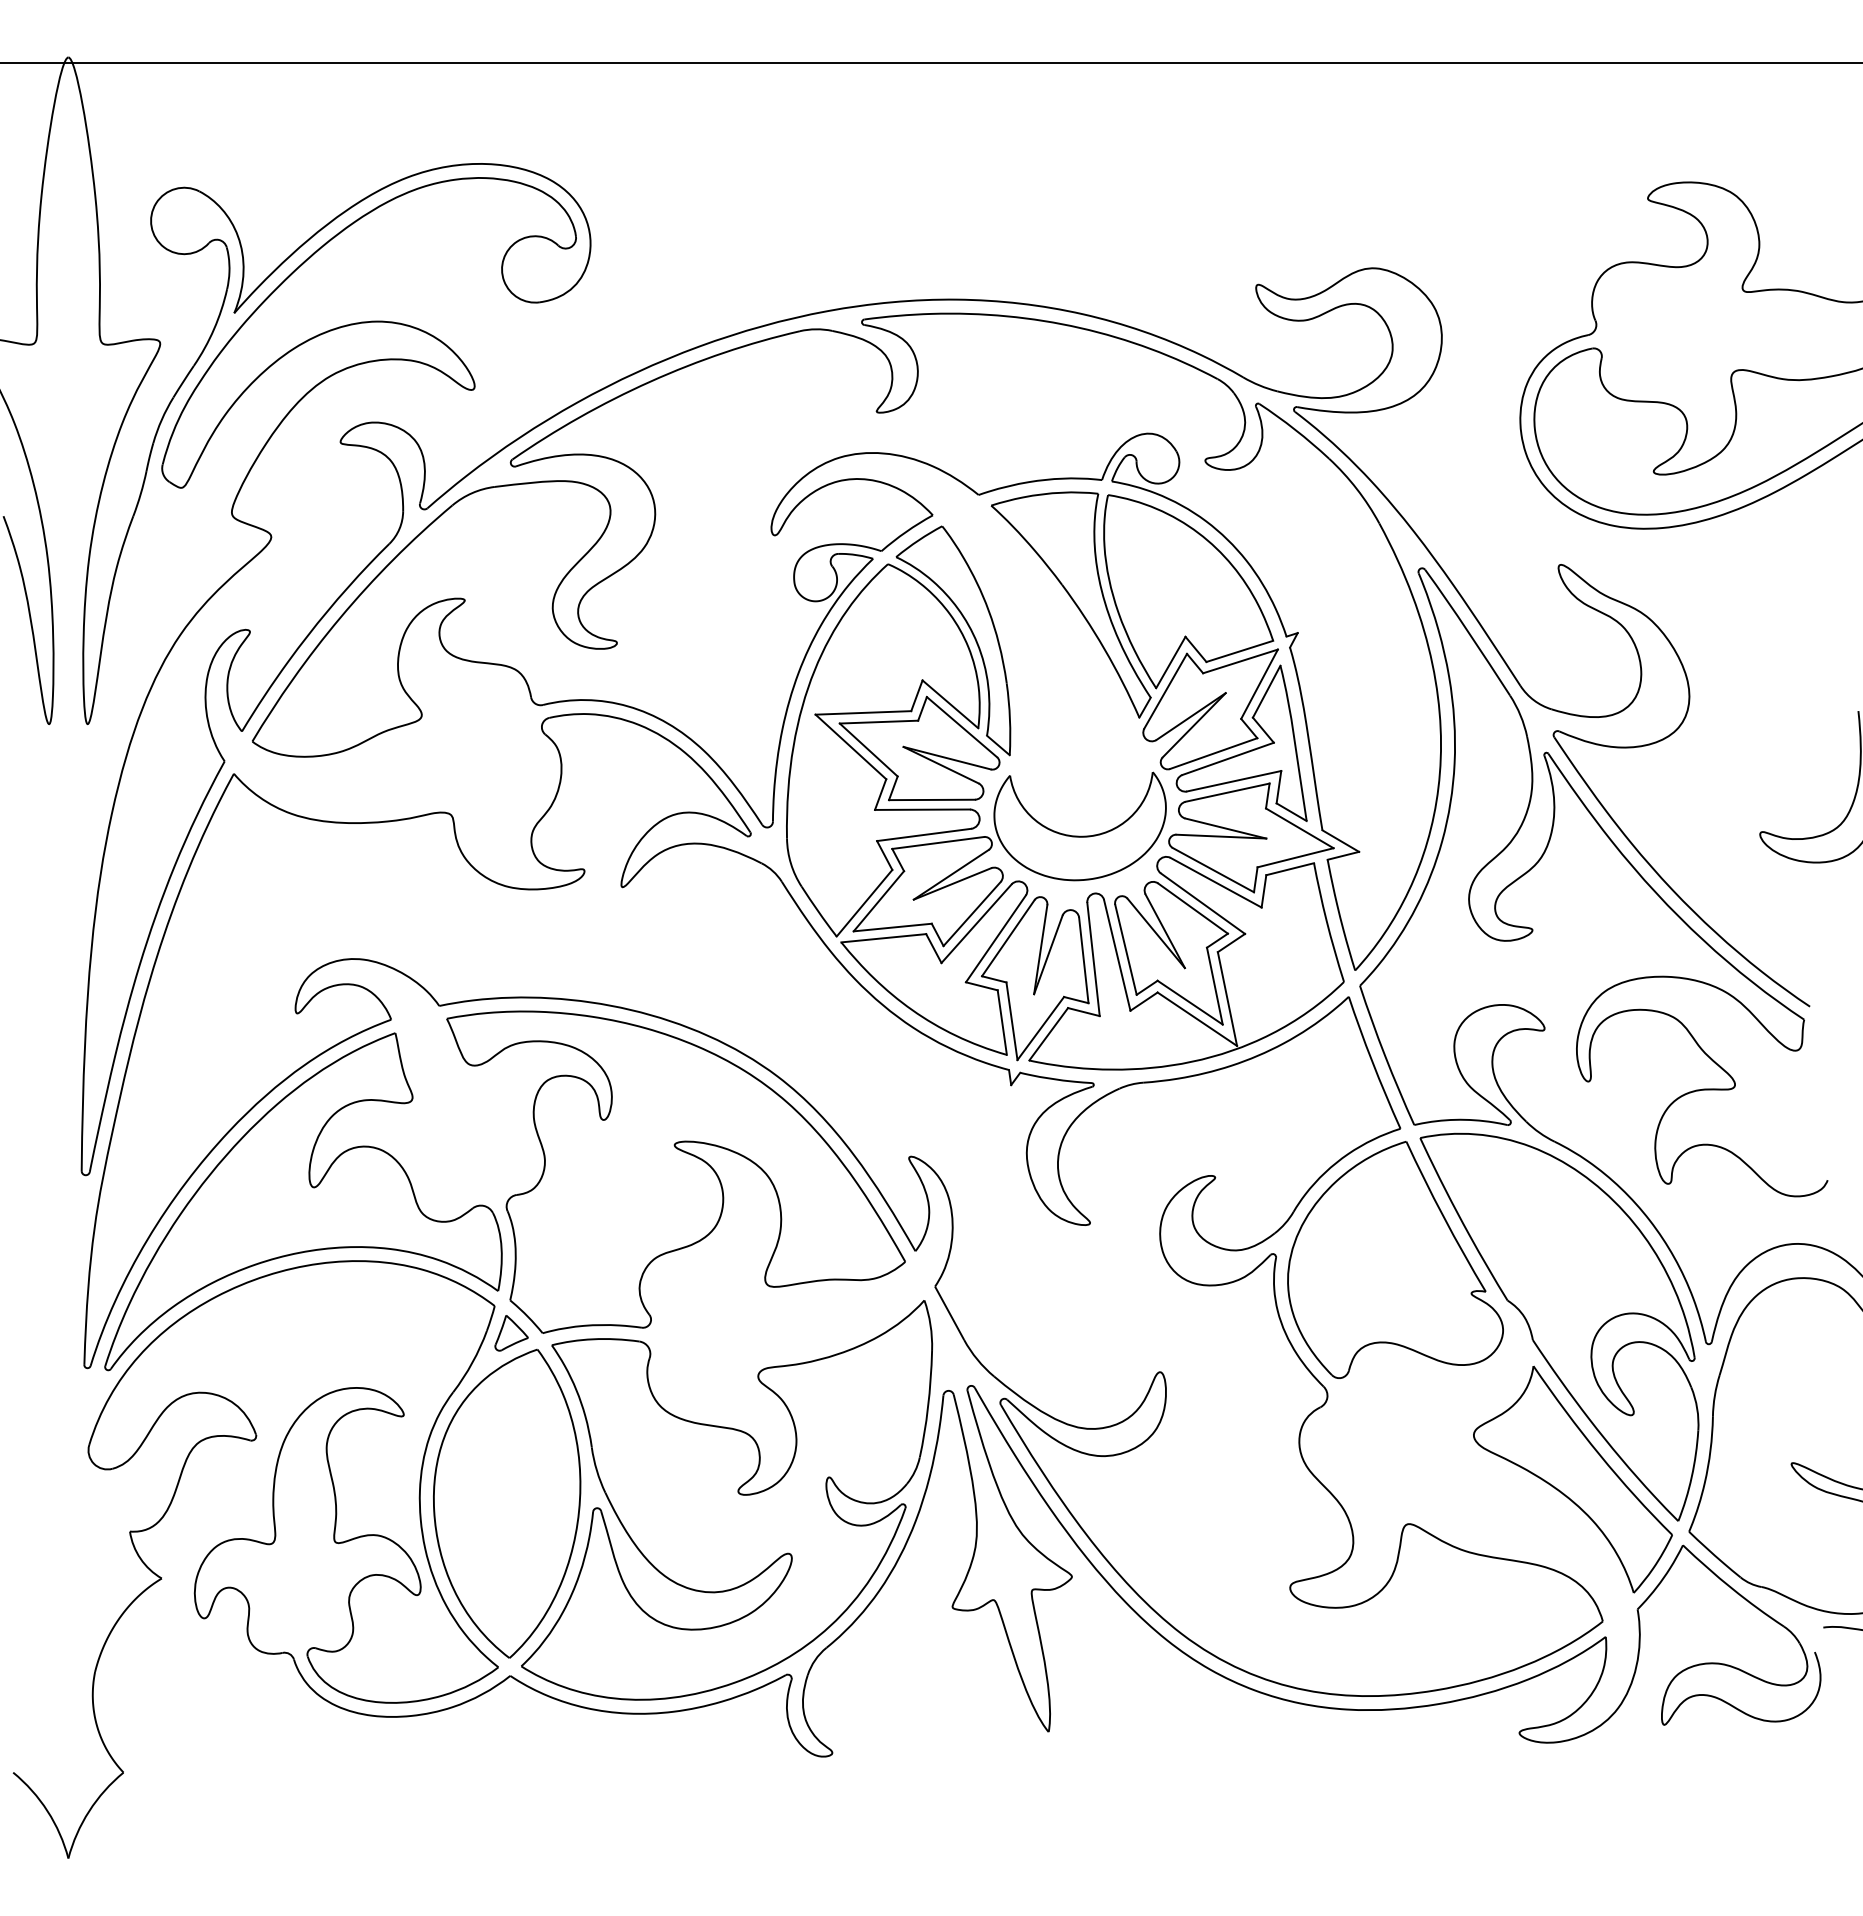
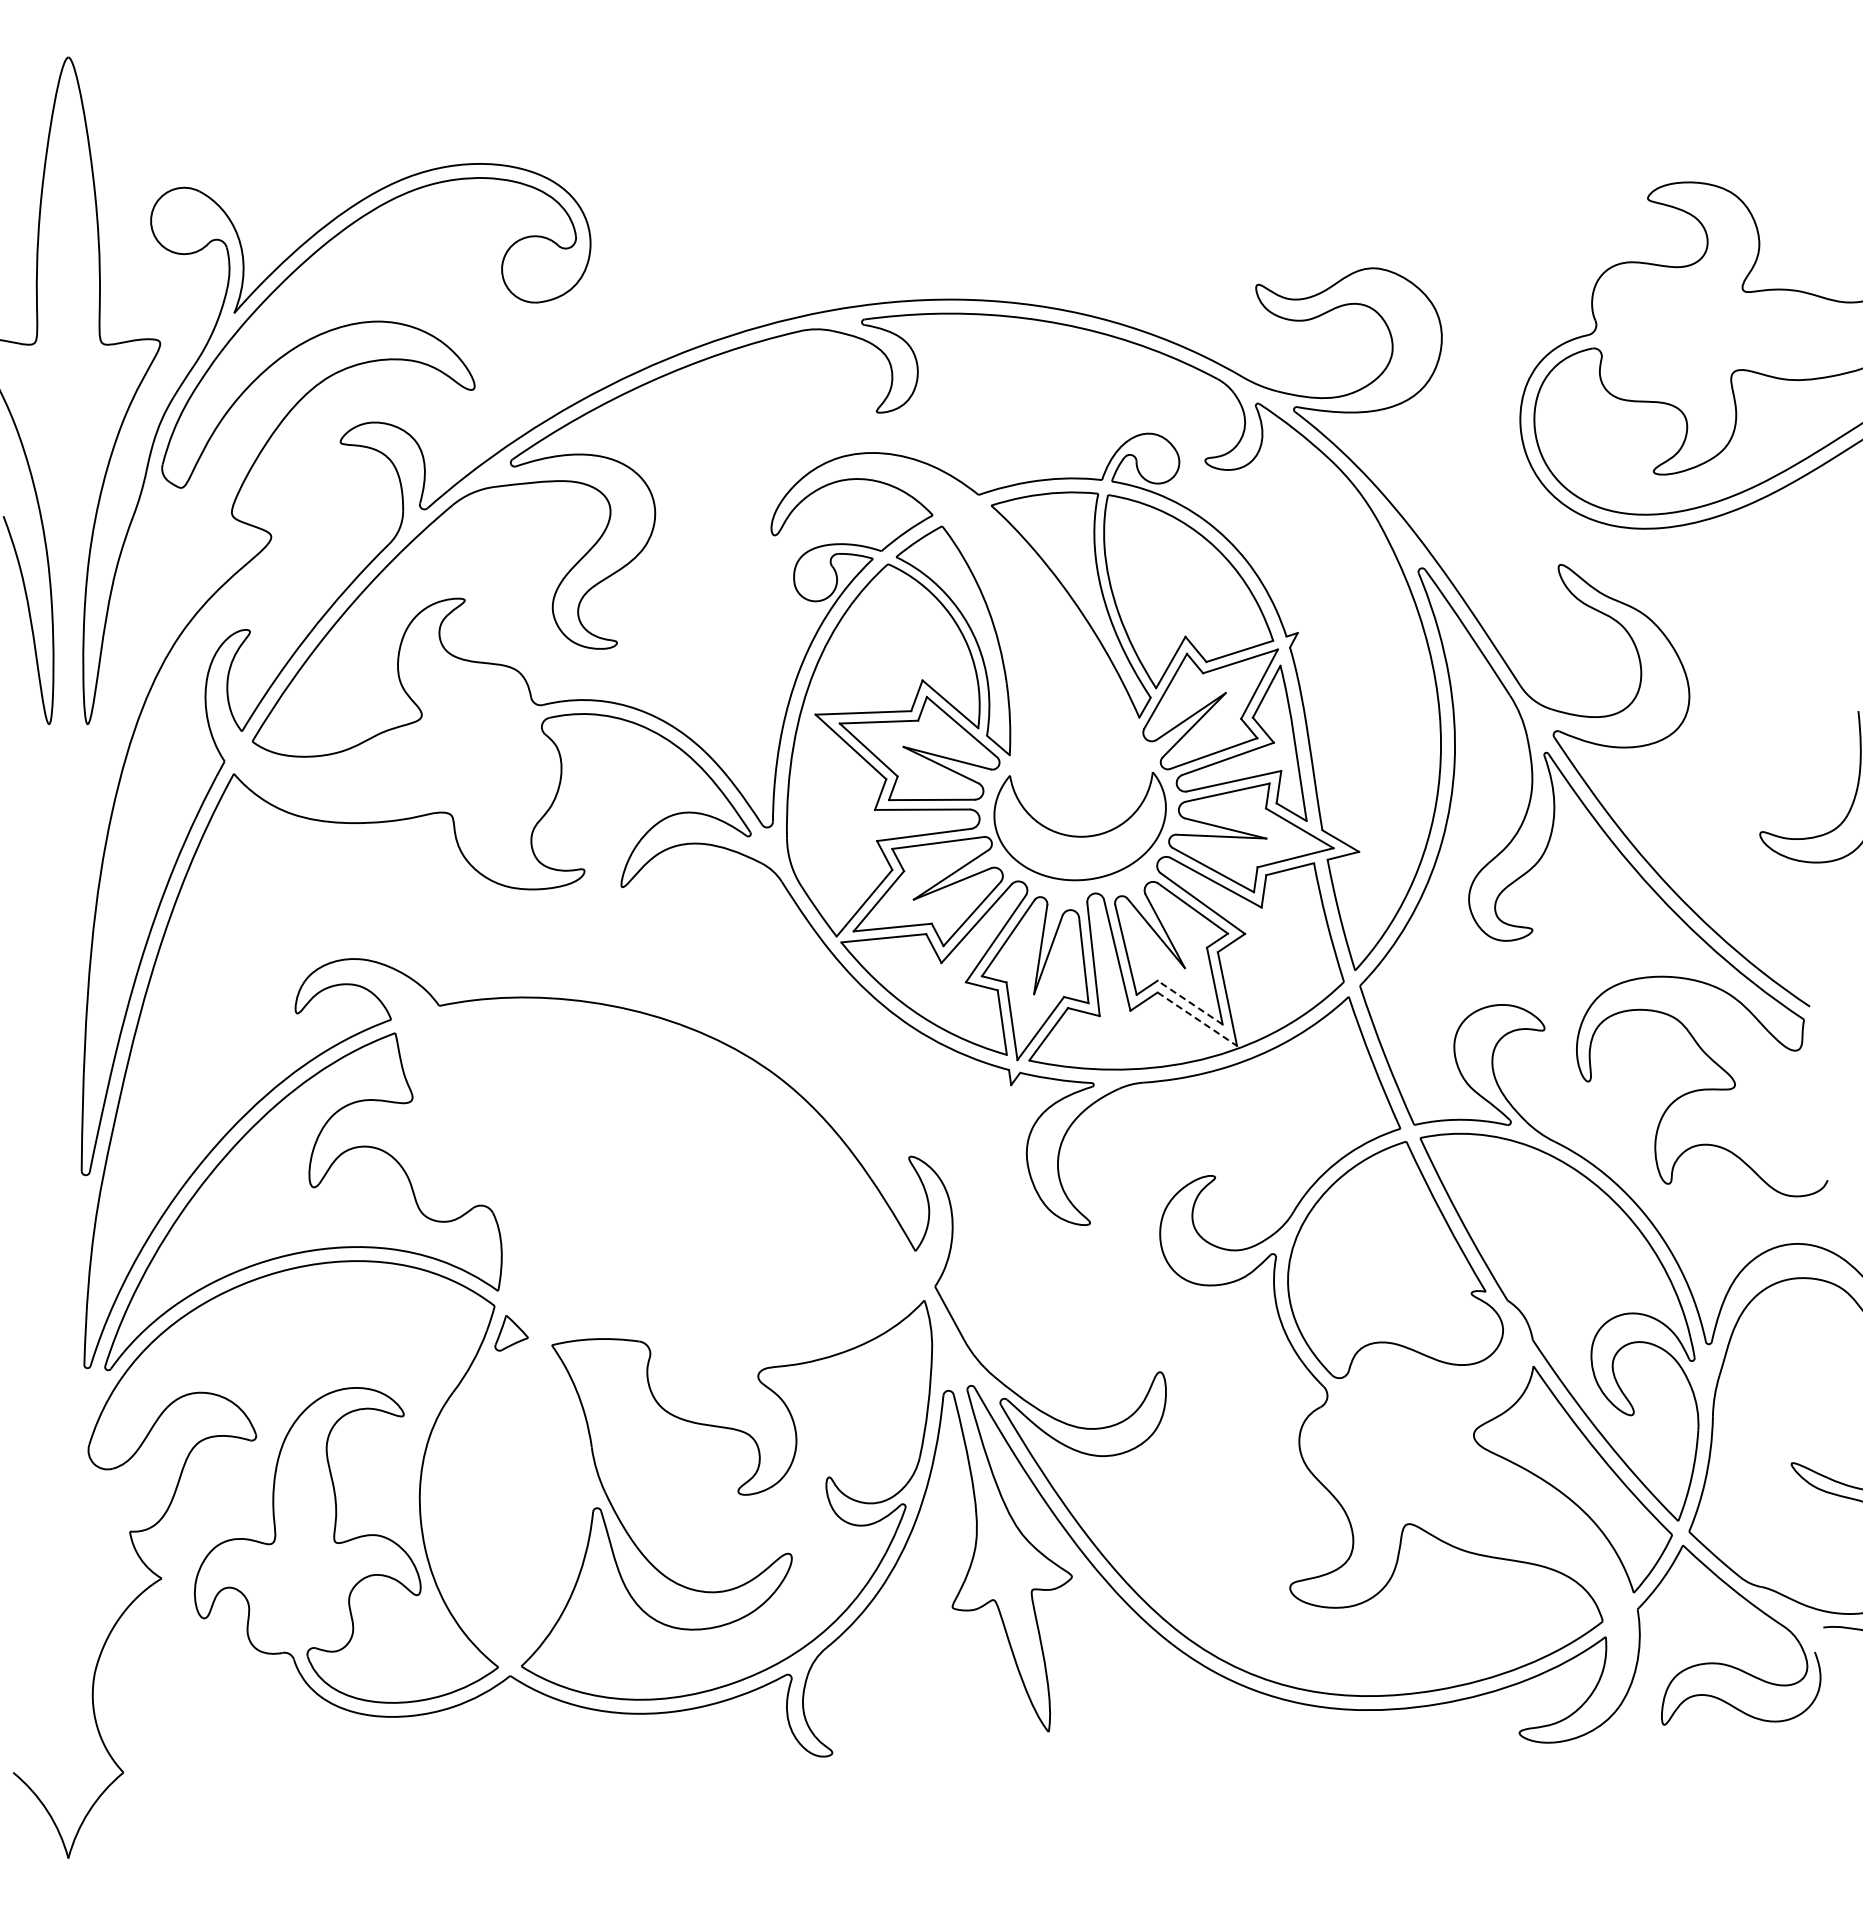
line at (930, 63): present -> none
line at (1189, 1002): solid -> dashed
line at (1197, 1019): solid -> dashed
part at (675, 1171): present -> none
part at (507, 1503): present -> none
